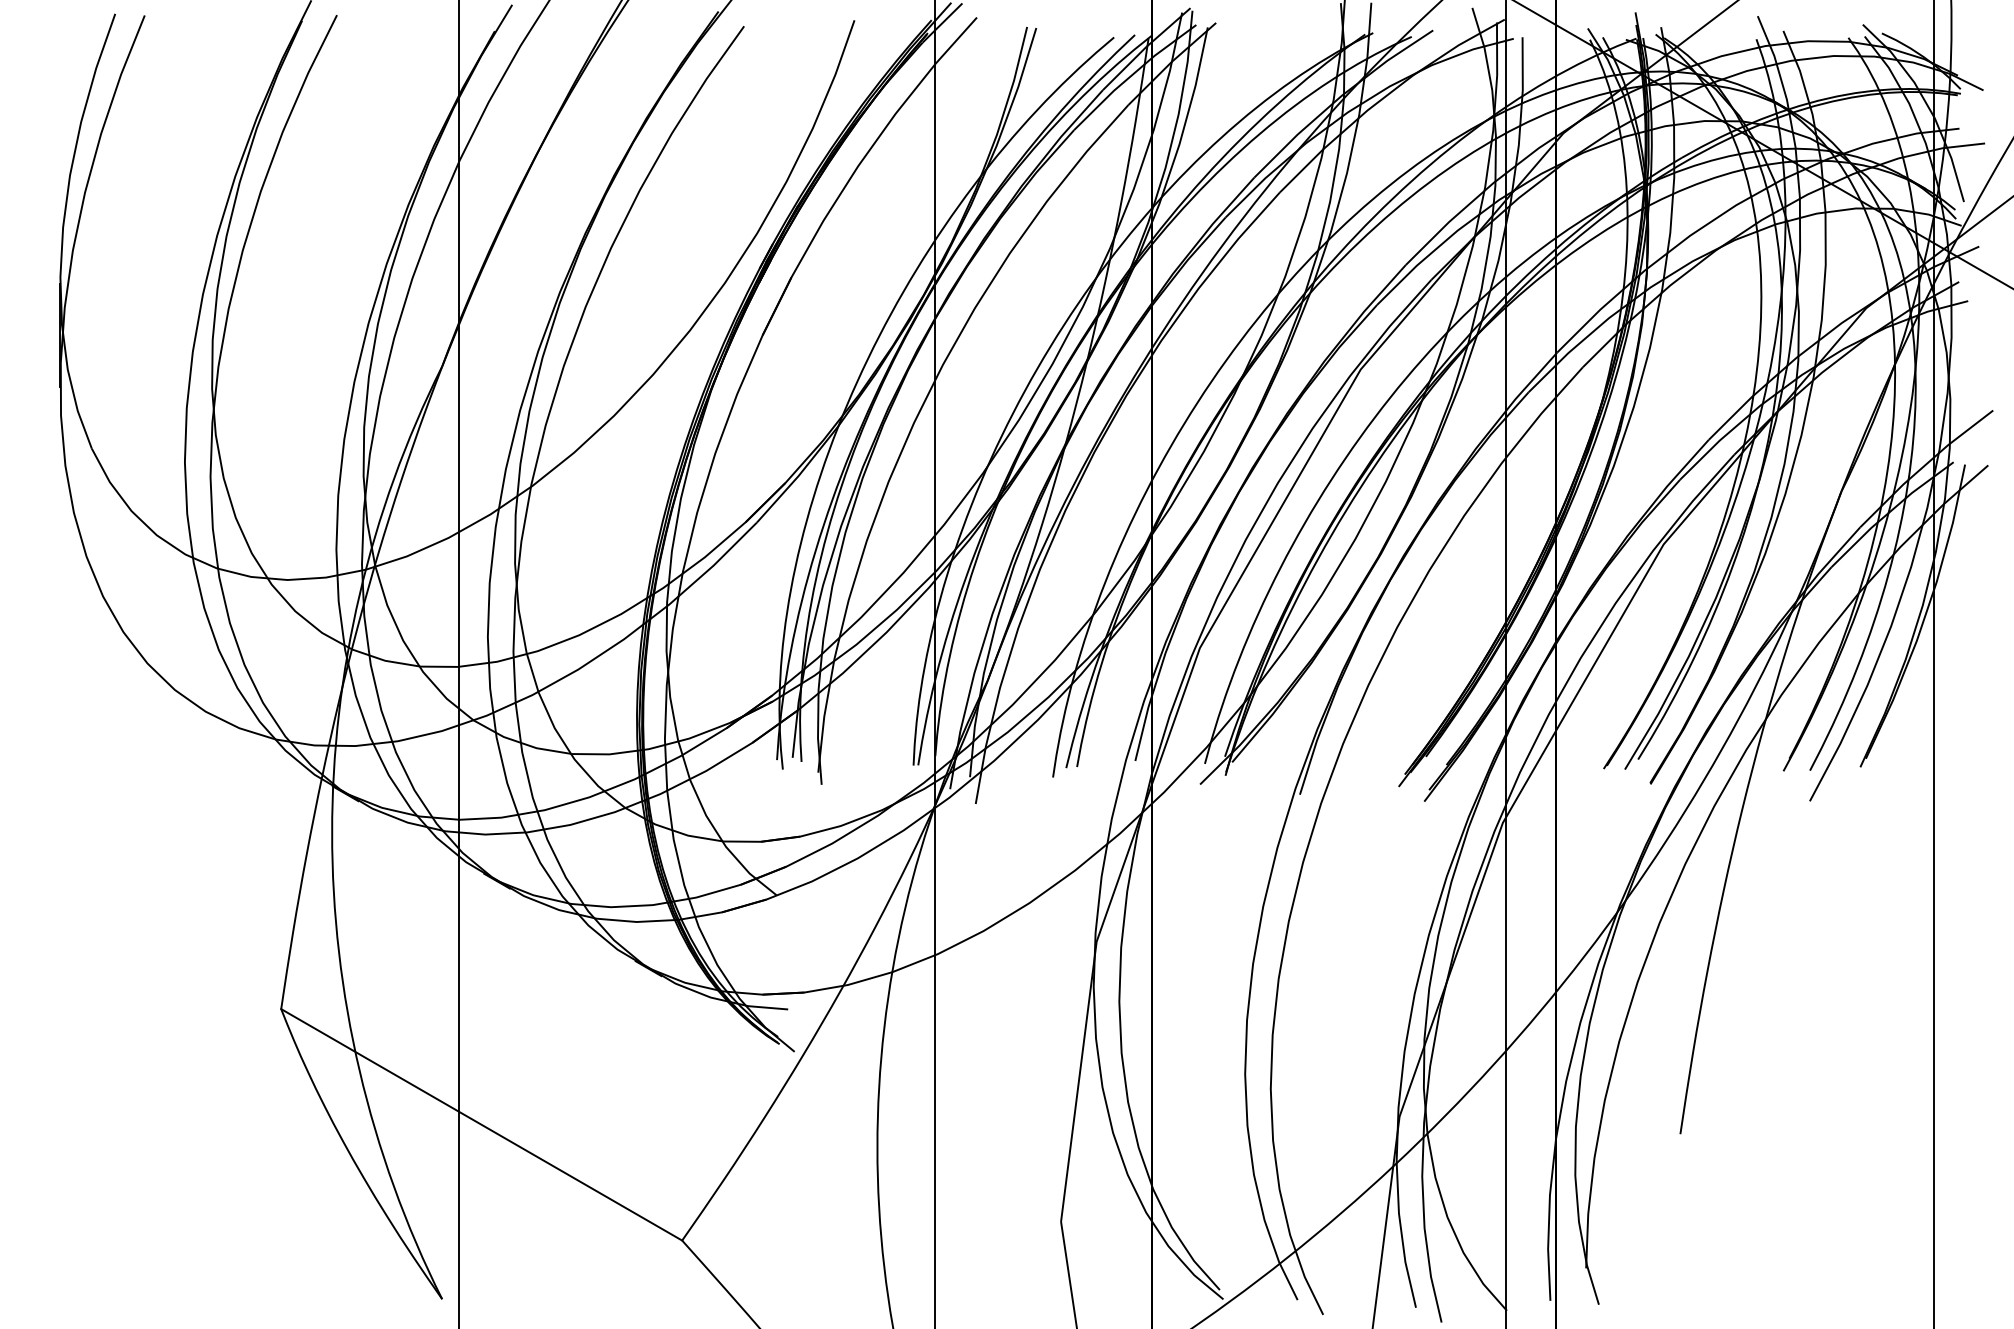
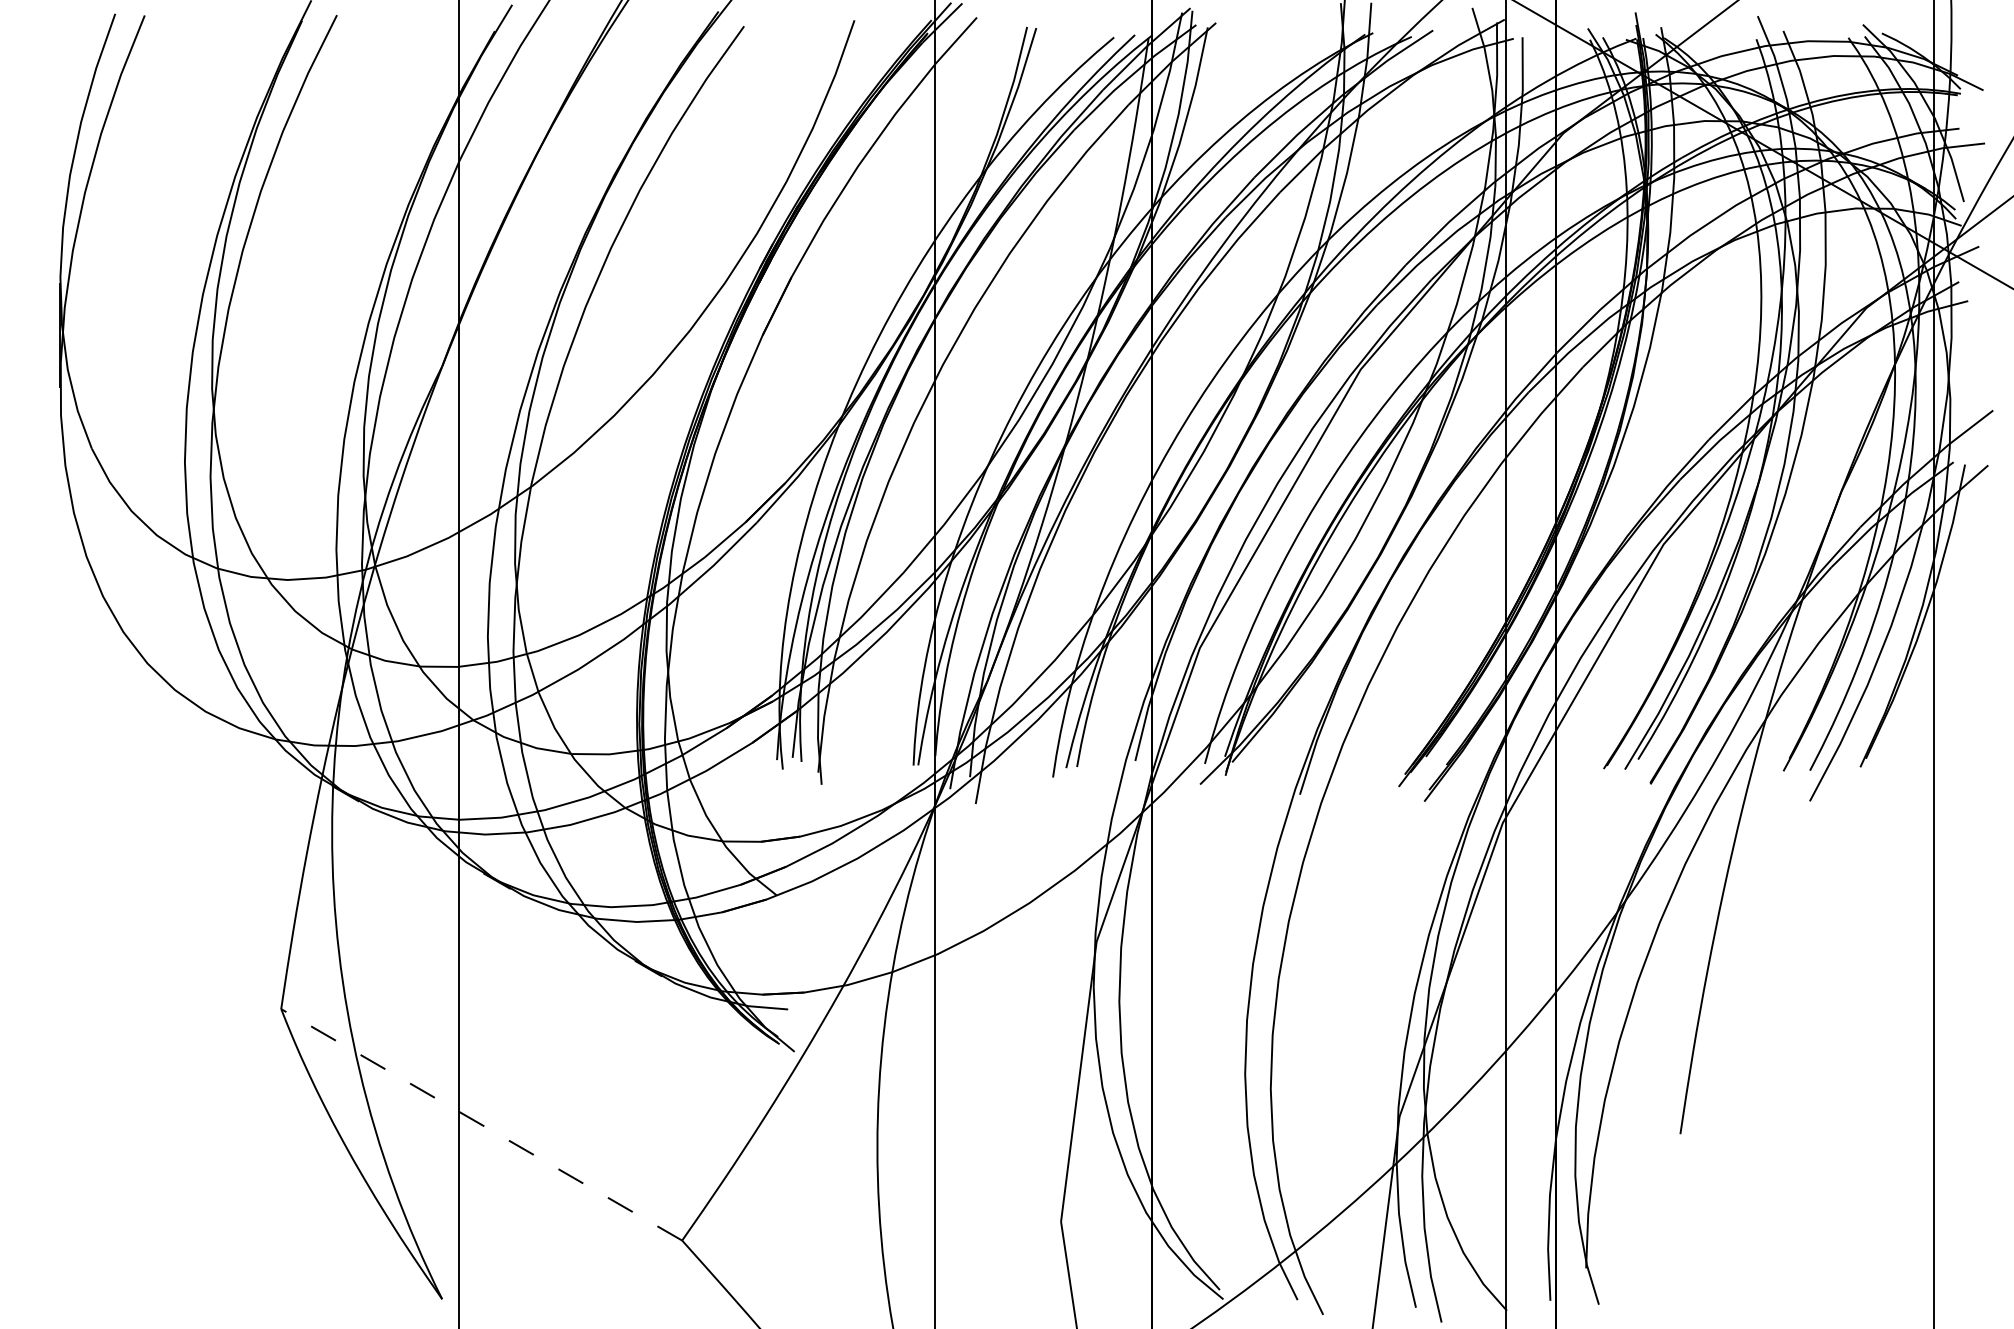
line at (481, 1124): solid -> dashed
